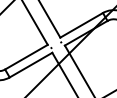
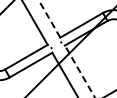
line at (49, 18): solid -> dashed
line at (79, 71): solid -> dashed
